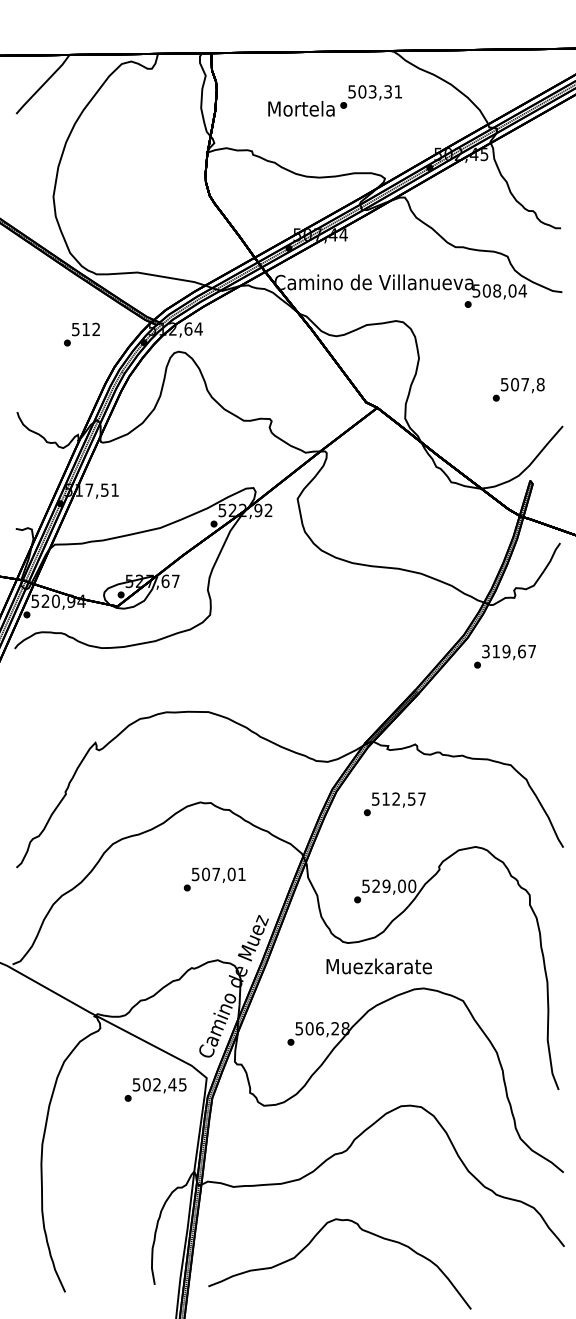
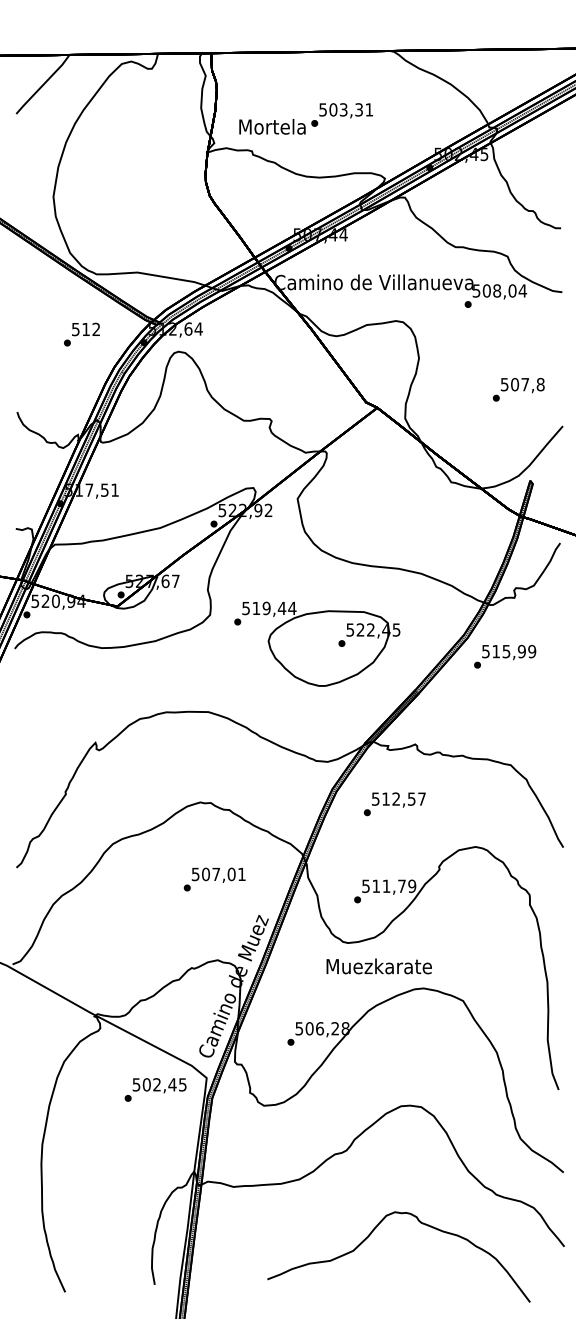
text at (334, 100) position: (334, 100) -> (305, 118)
part at (317, 643): none -> present
text at (509, 651): 319,67 -> 515,99
text at (394, 886): 529,00 -> 511,79
part at (312, 1241) position: (312, 1241) -> (371, 1234)
